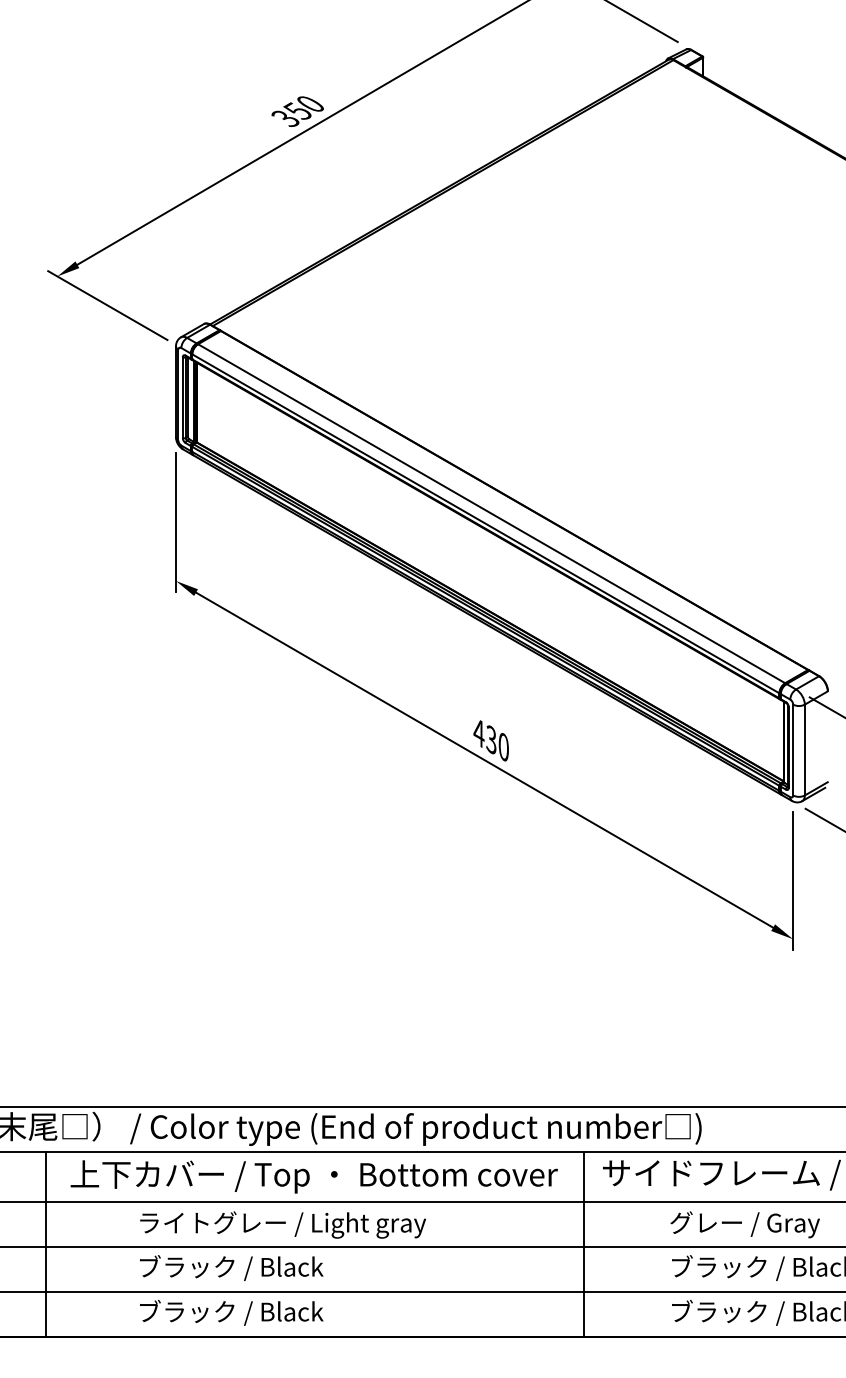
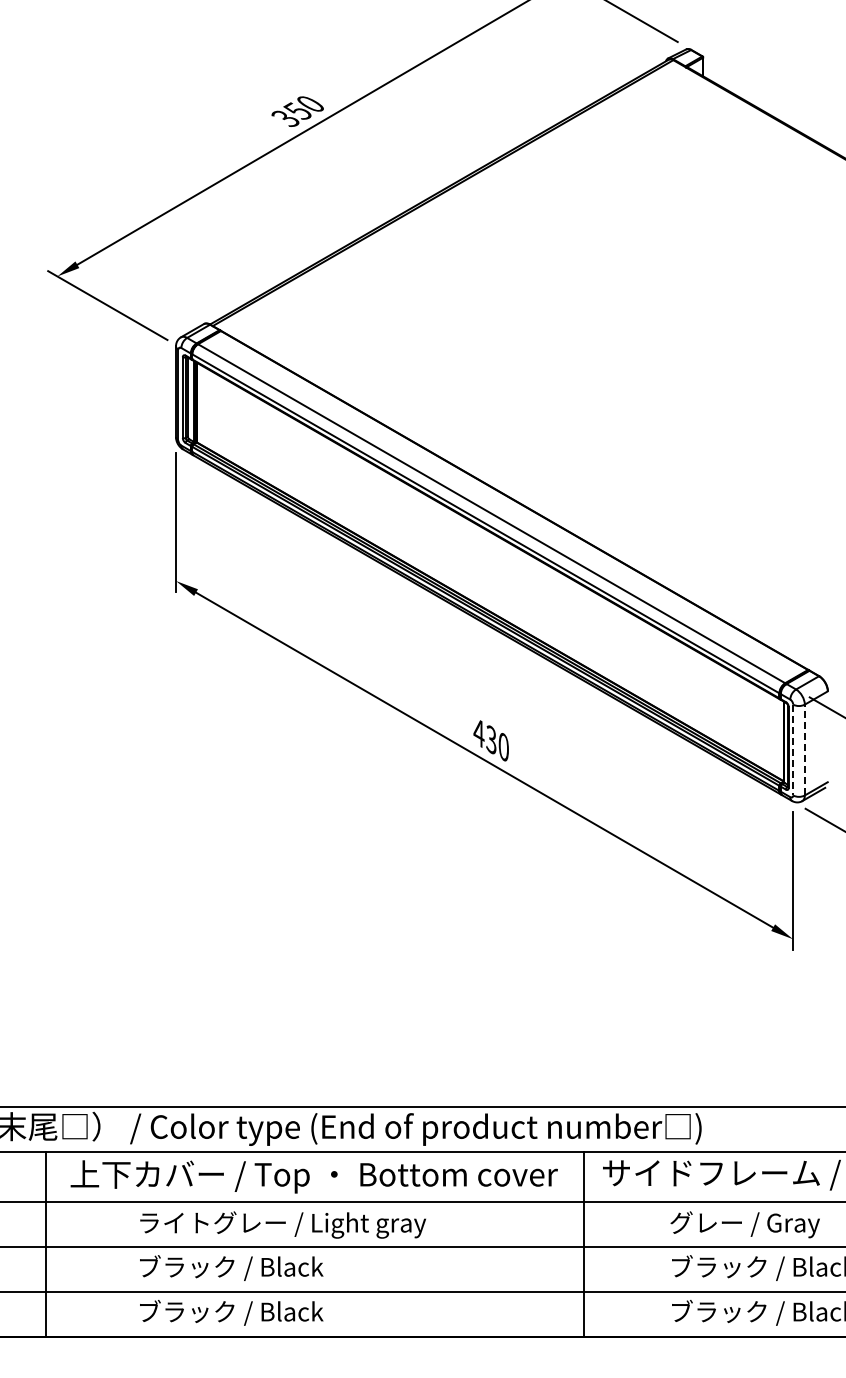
line at (804, 749): solid -> dashed
line at (793, 750): solid -> dashed
